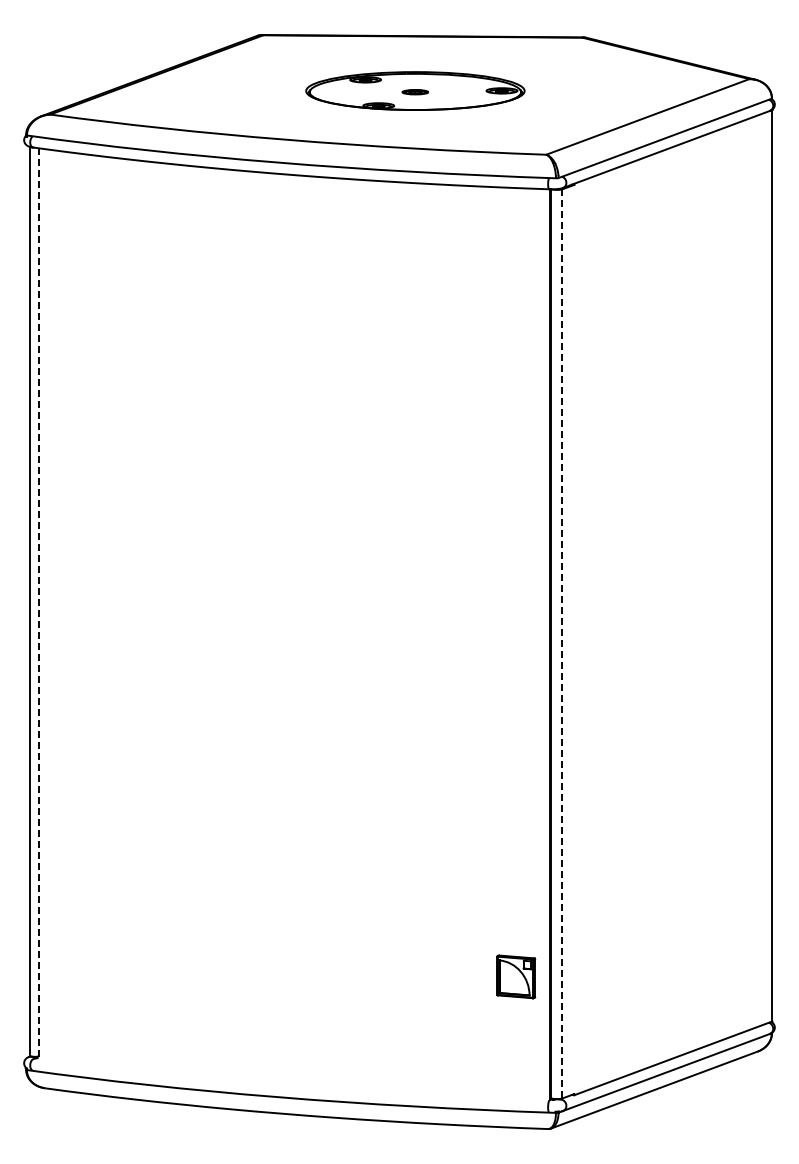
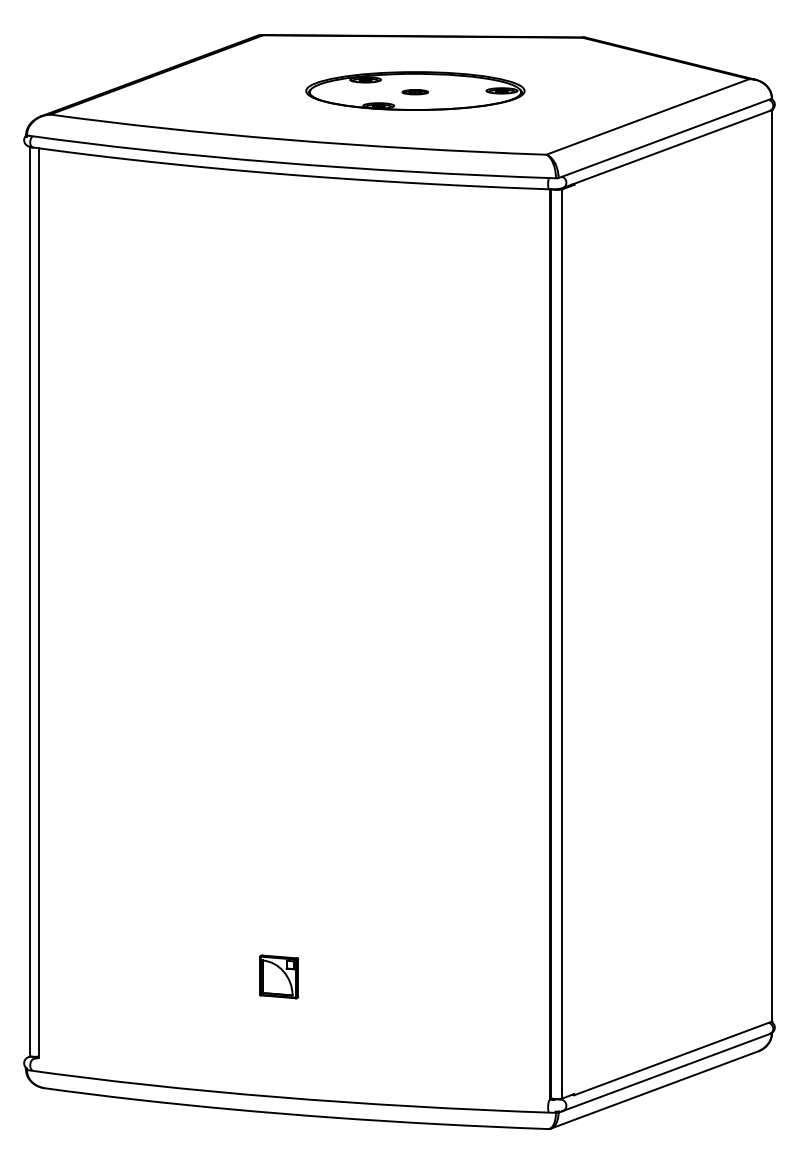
line at (38, 603): dashed -> solid
line at (562, 643): dashed -> solid
part at (516, 976) position: (516, 976) -> (279, 976)
